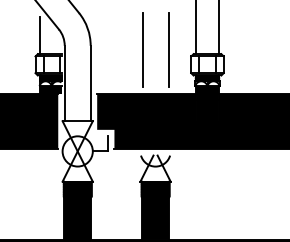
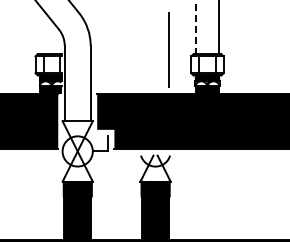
line at (196, 27): solid -> dashed
line at (40, 35): present -> none
line at (142, 49): present -> none
